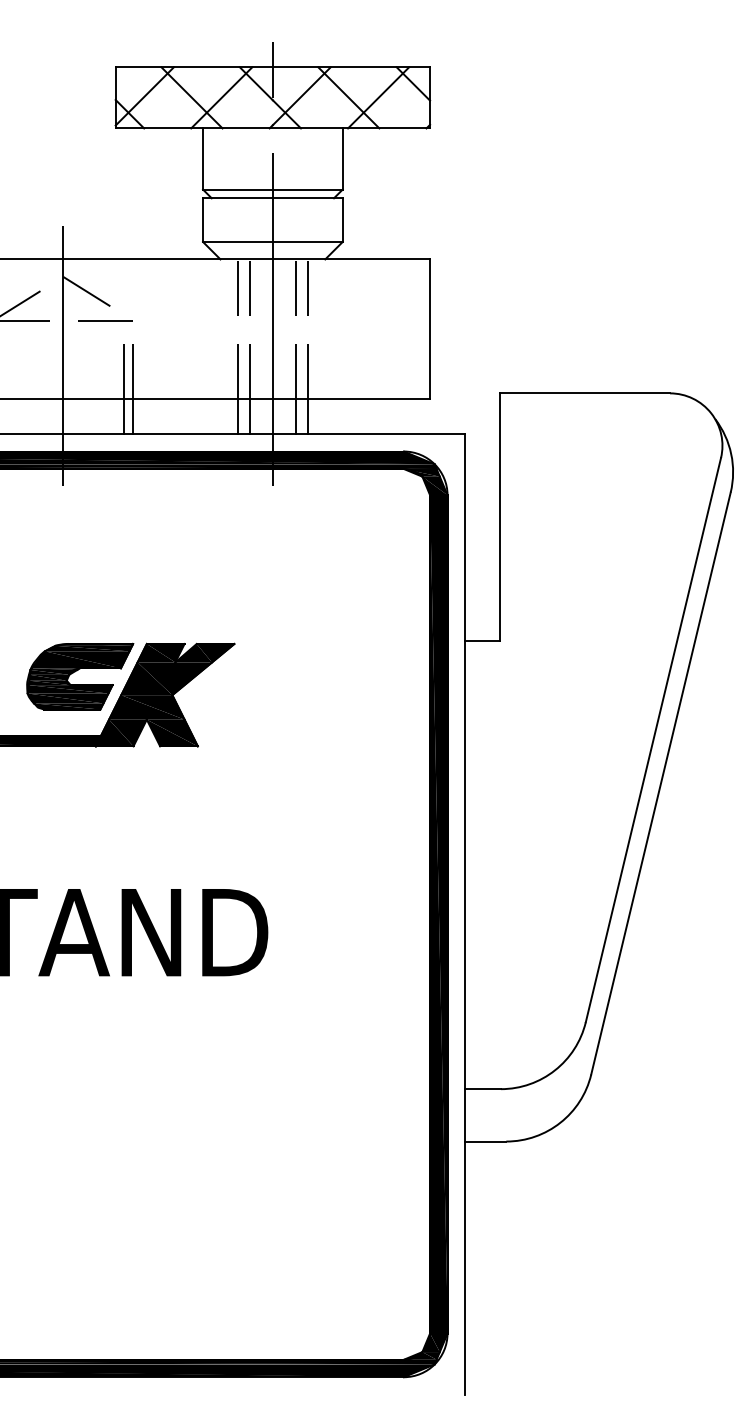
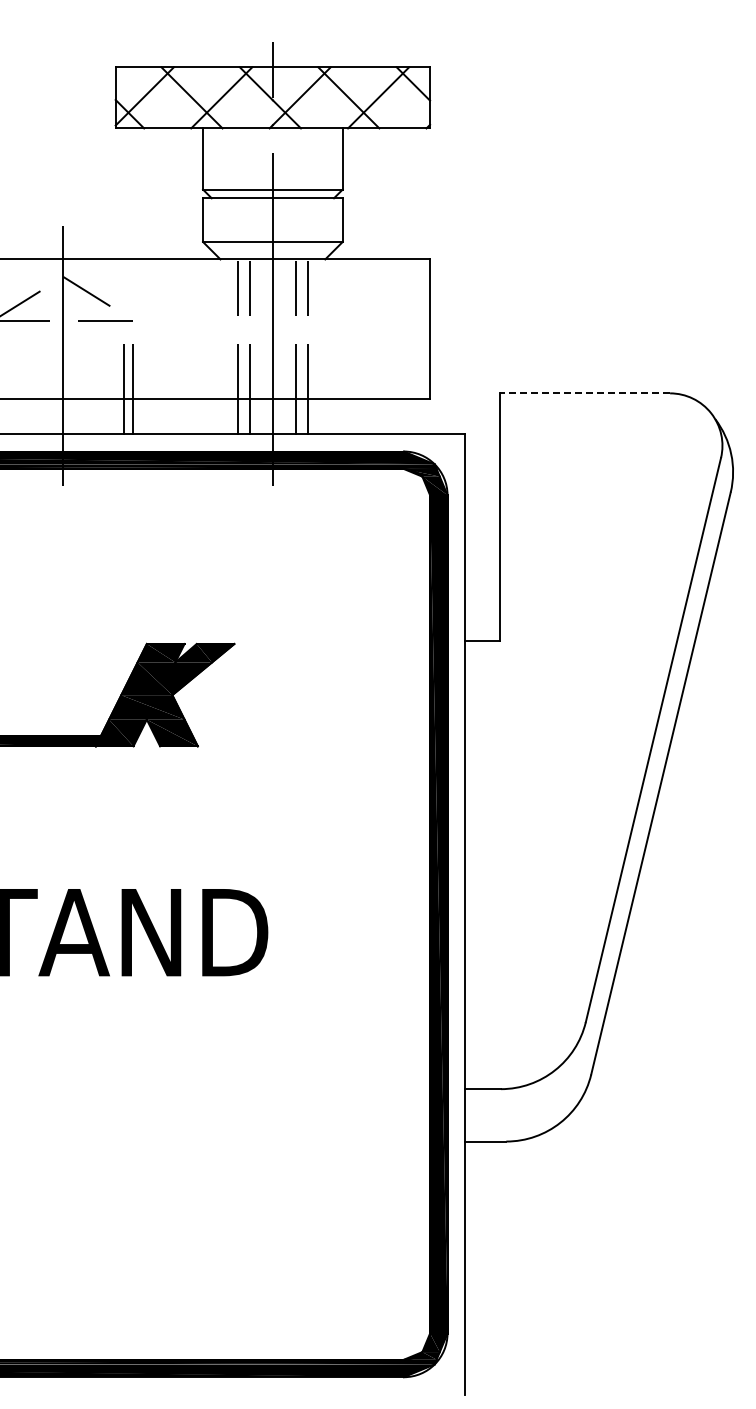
line at (584, 393): solid -> dashed
part at (80, 676): present -> none
